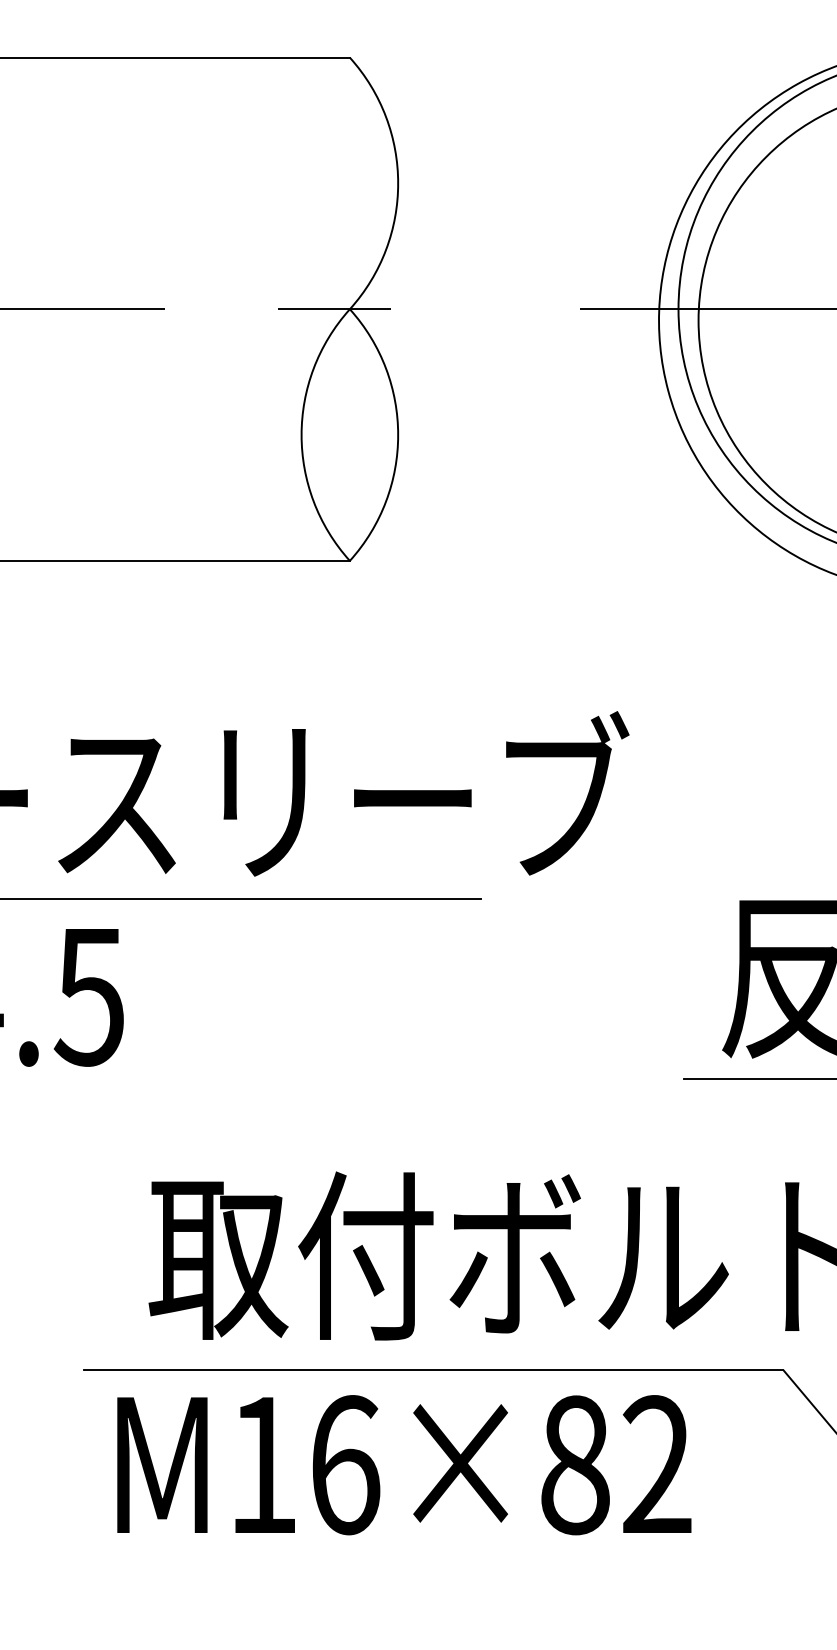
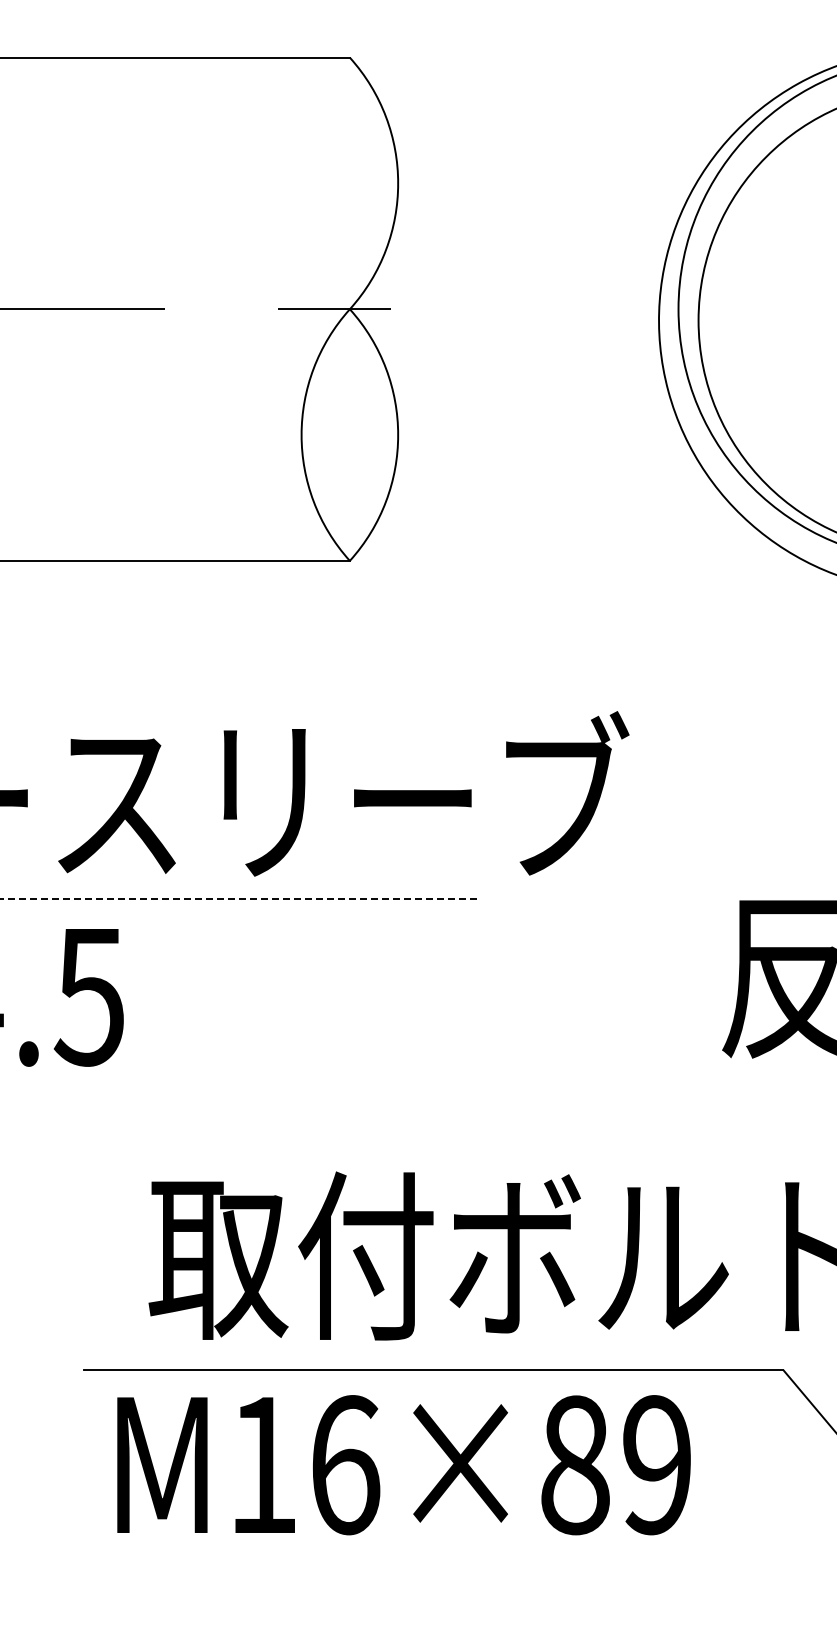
line at (706, 309): present -> none
line at (241, 898): solid -> dashed
line at (758, 1078): present -> none
text at (656, 1465): M16×82 -> M16×89
